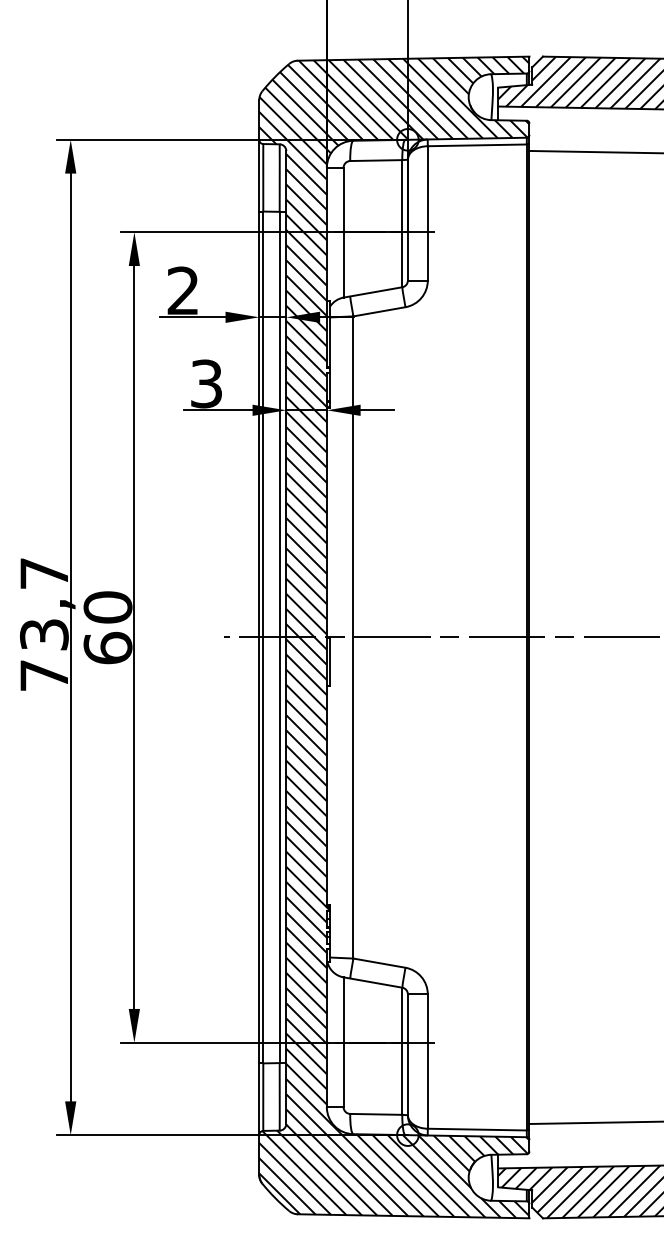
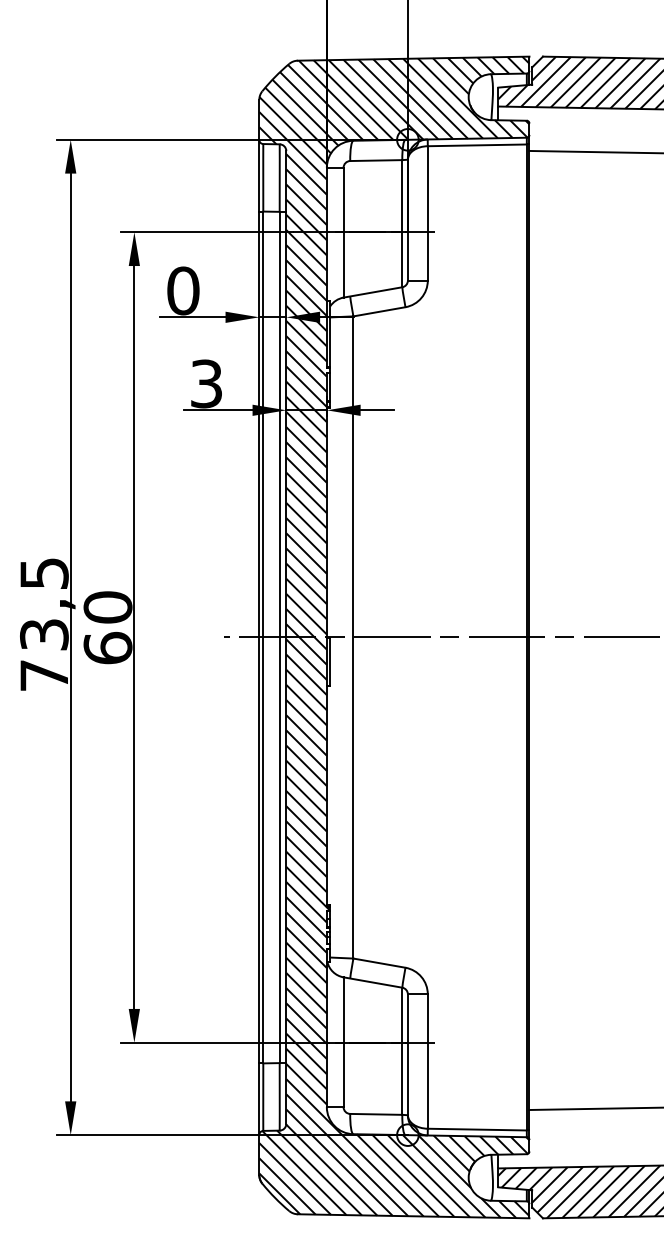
text at (183, 290): 2 -> 0
text at (44, 573): 73,7 -> 73,5
line at (594, 1122) position: (594, 1122) -> (594, 1108)
